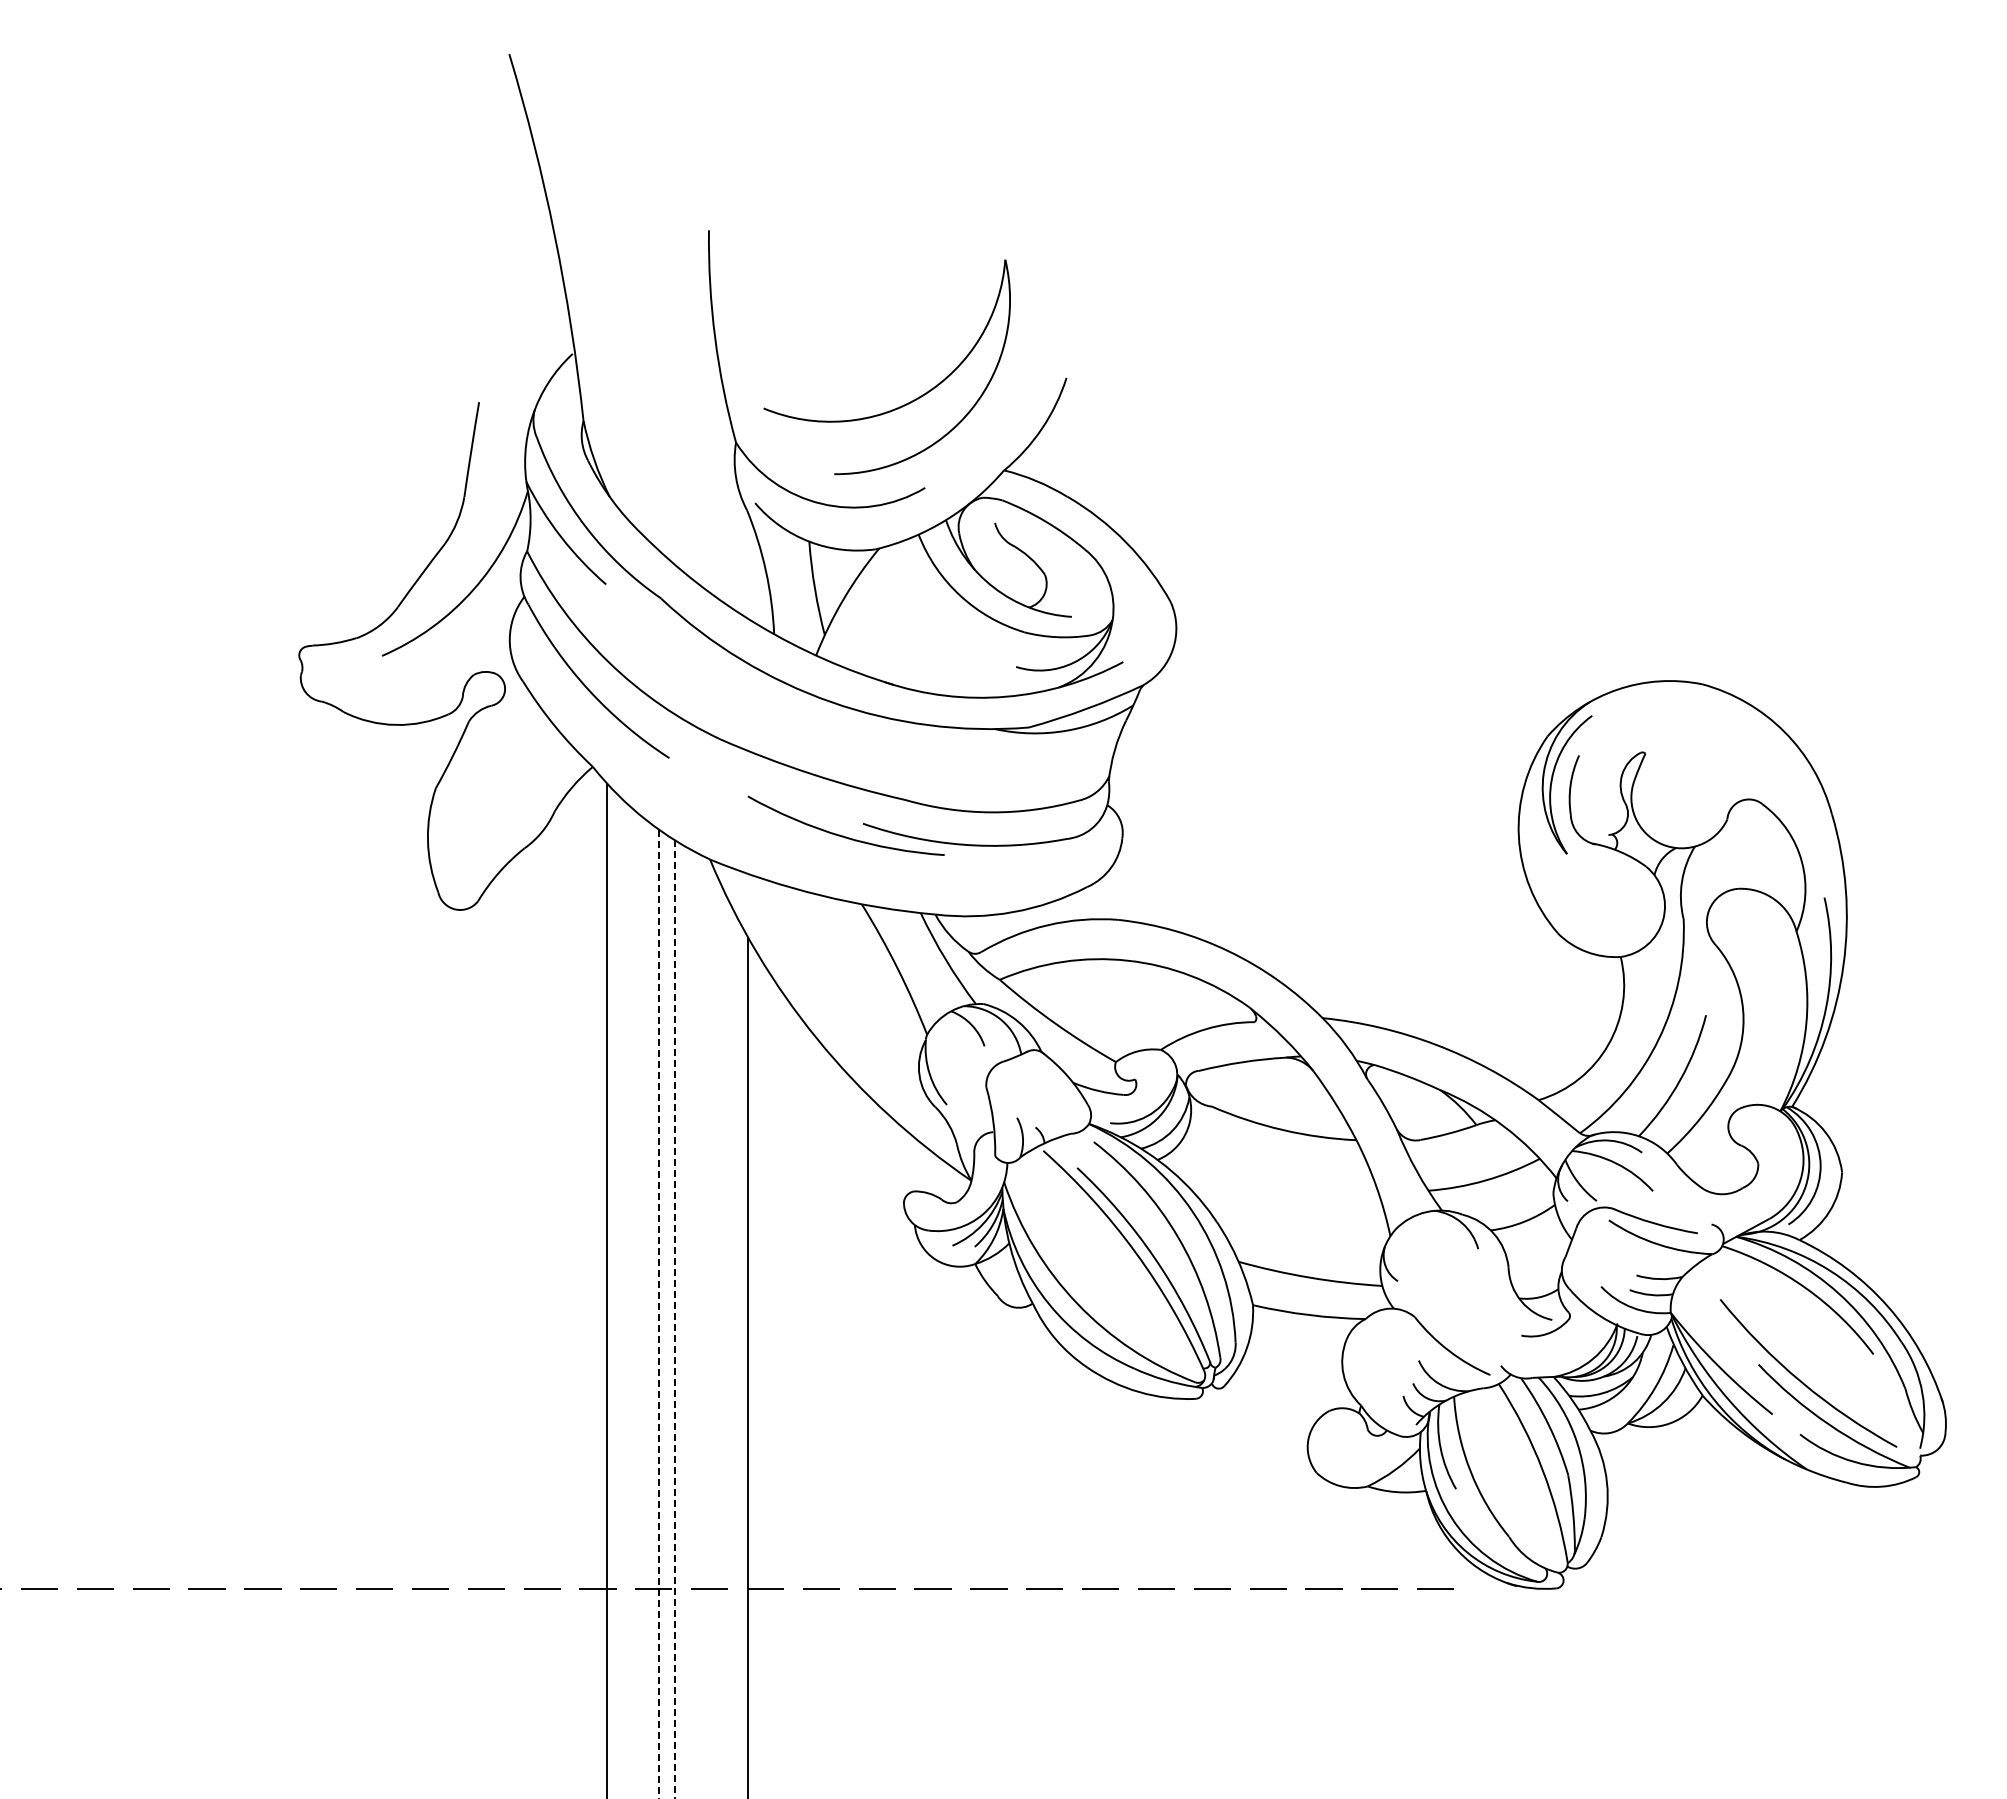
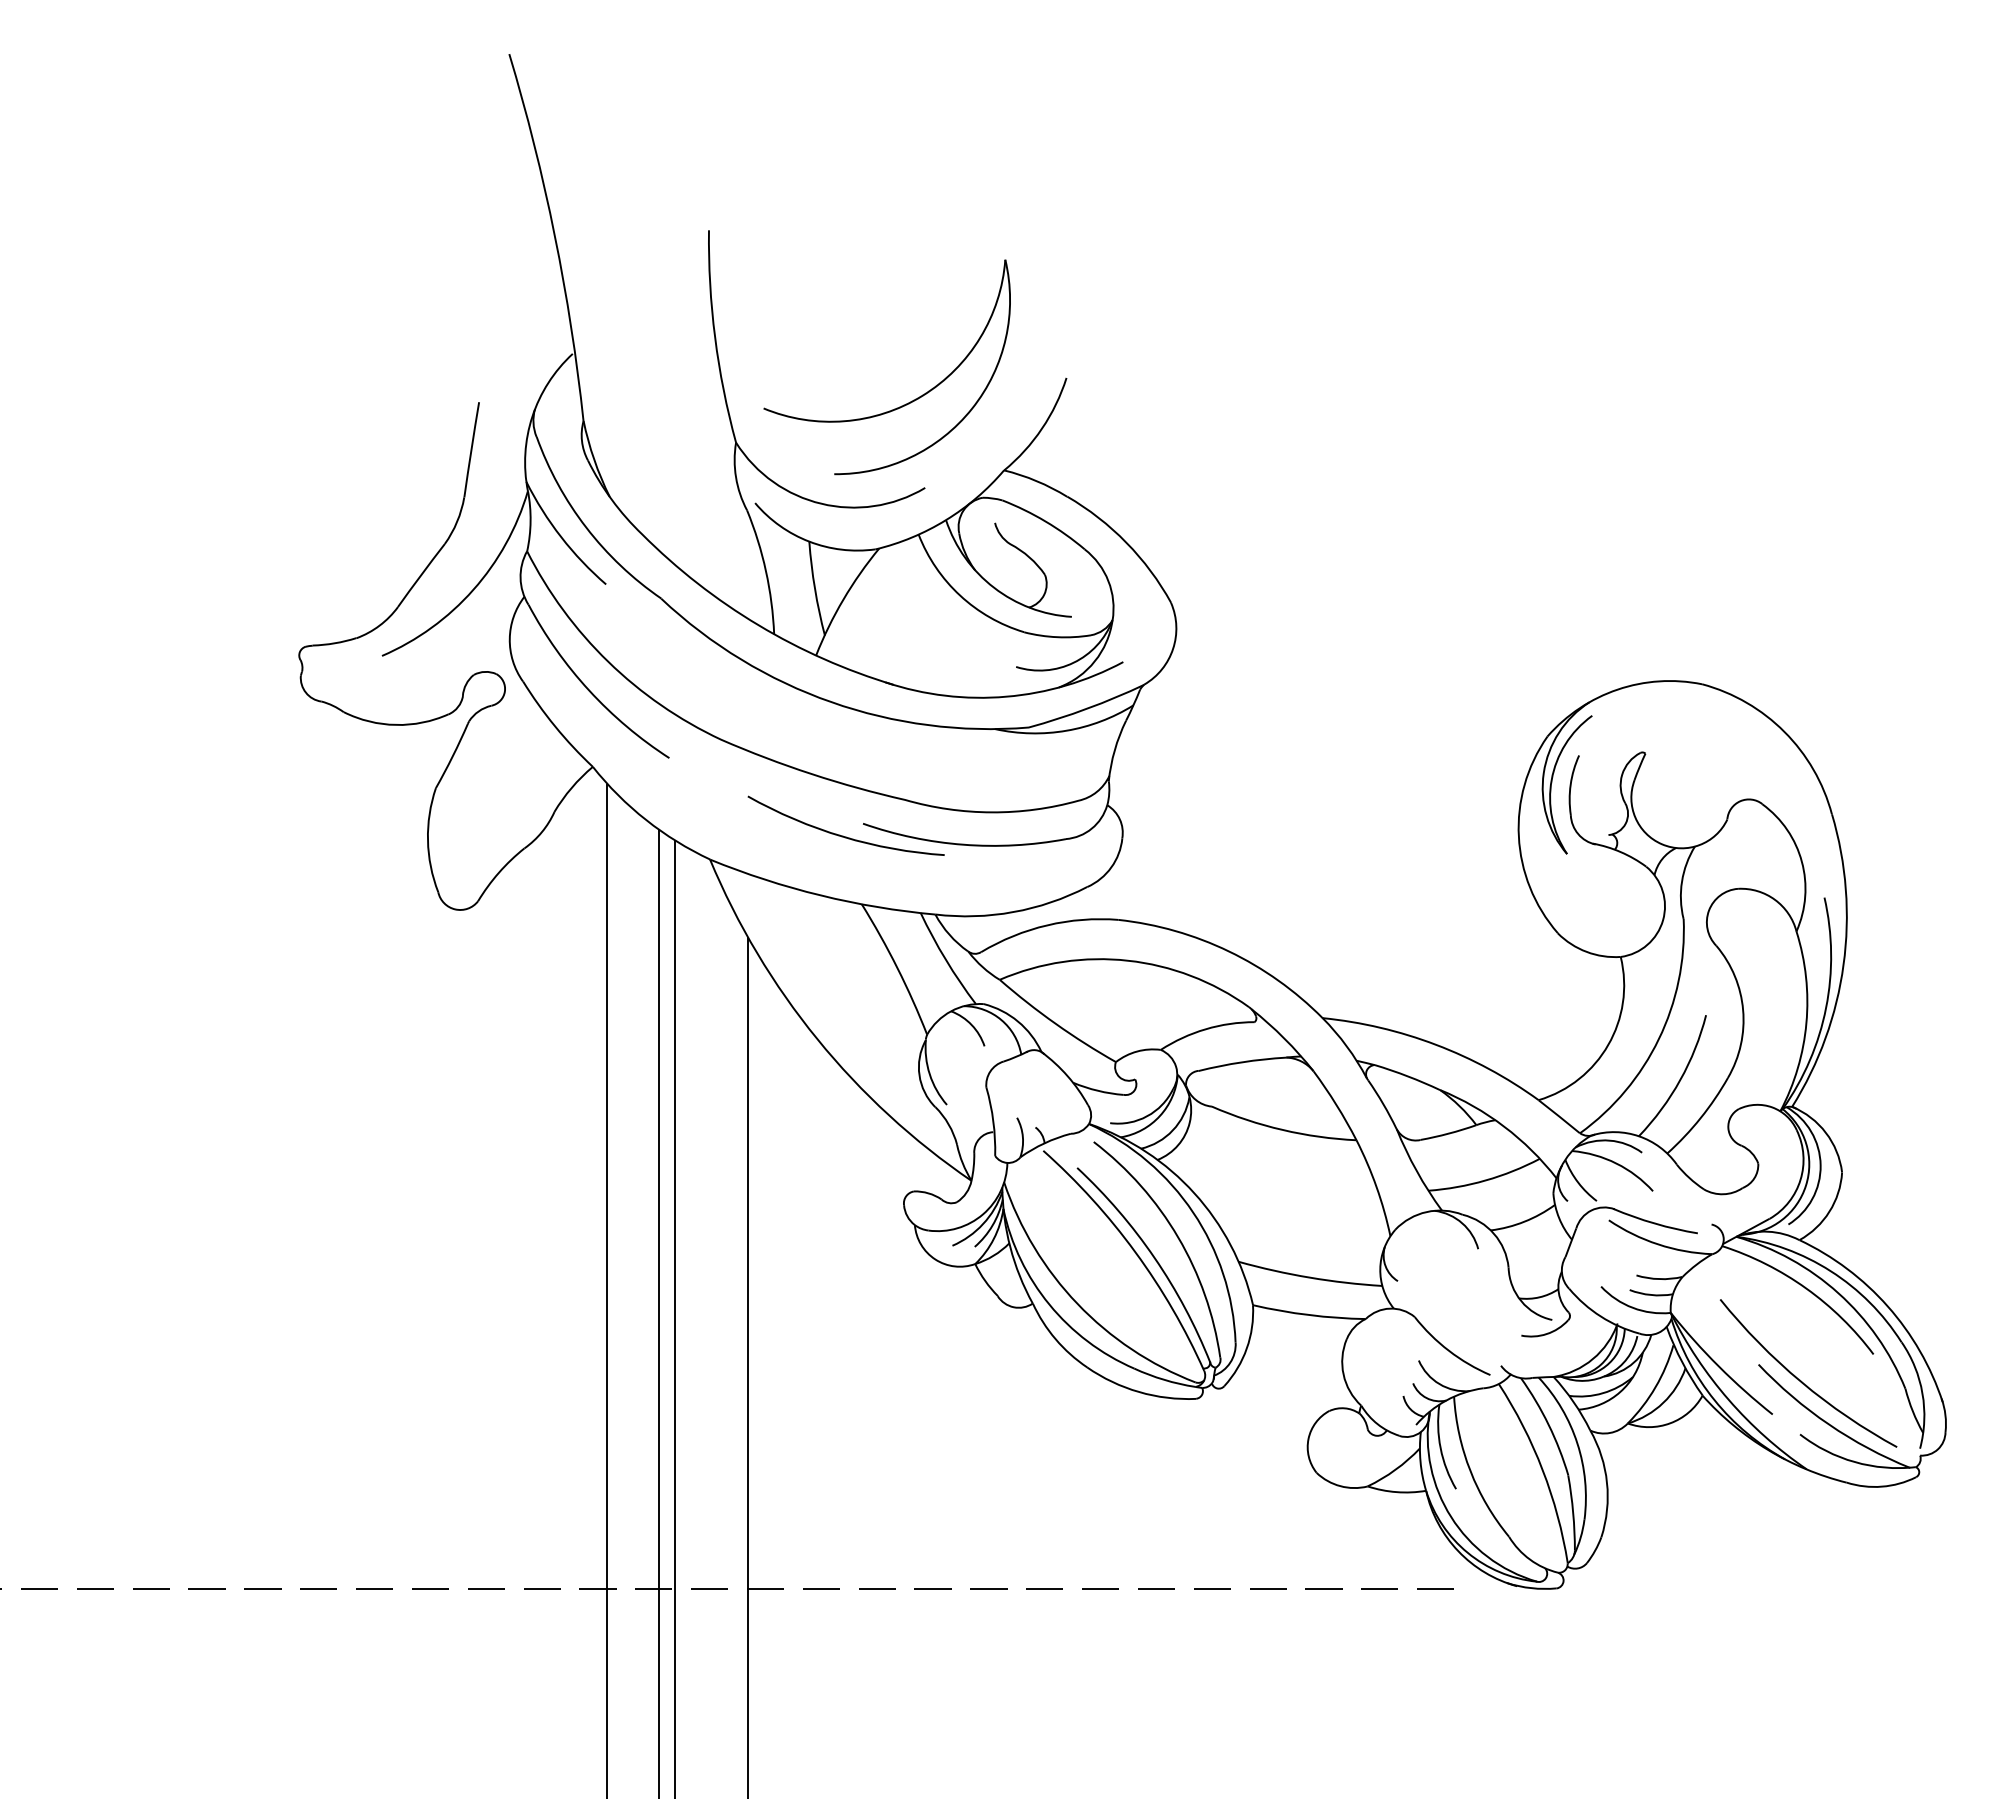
line at (659, 1314): dashed -> solid
line at (675, 1319): dashed -> solid
